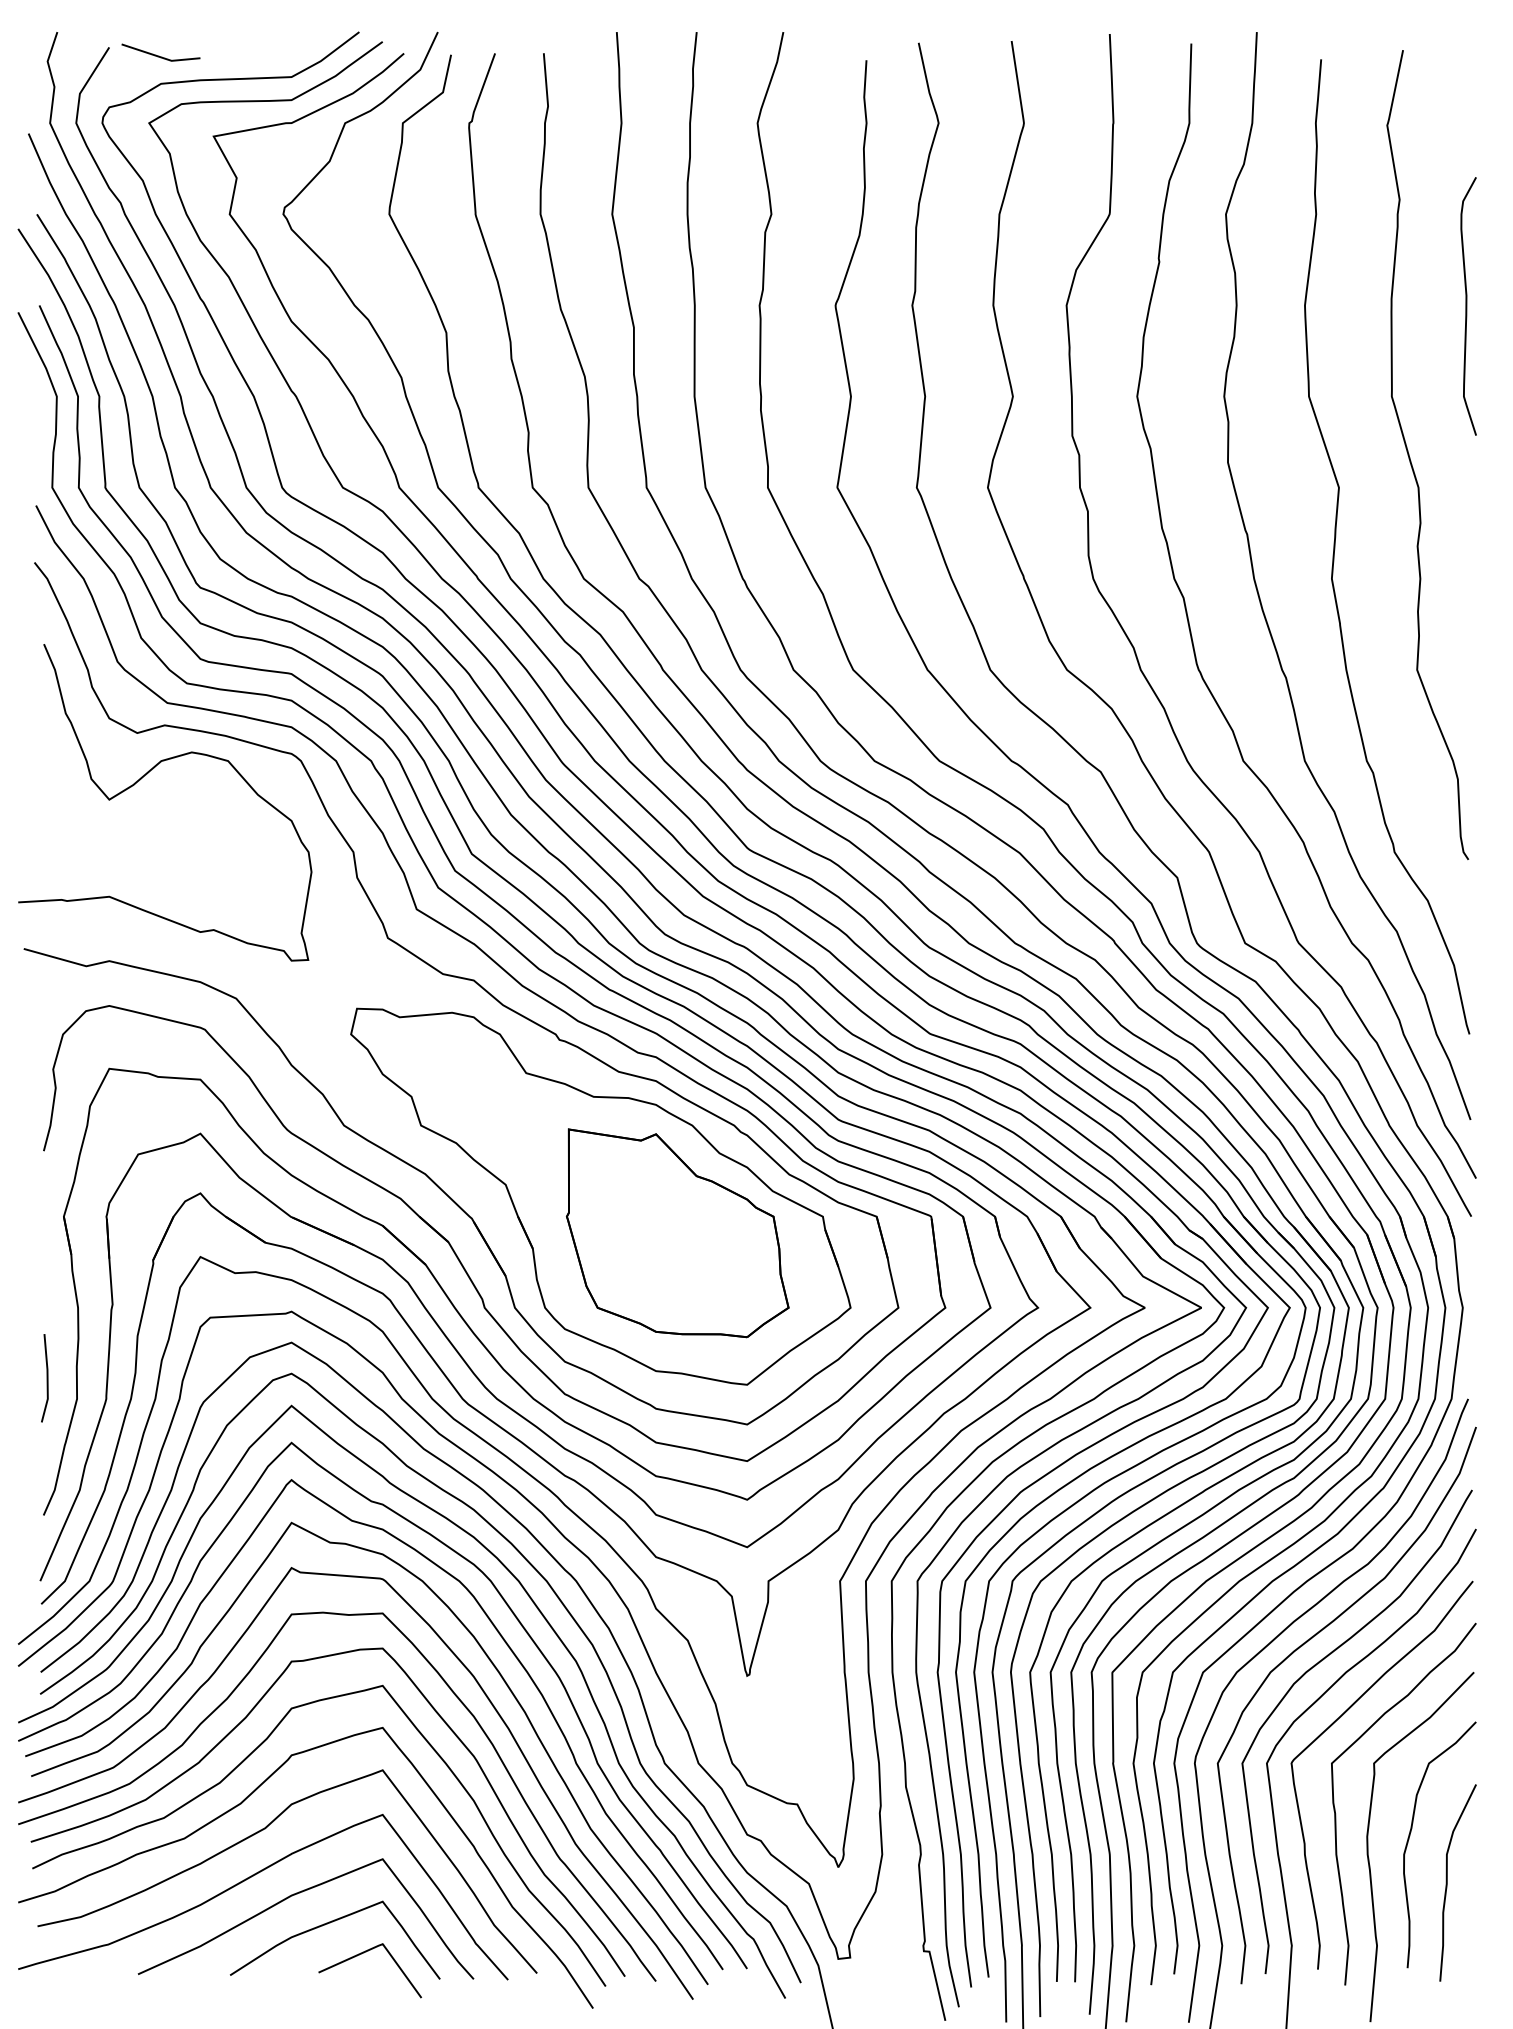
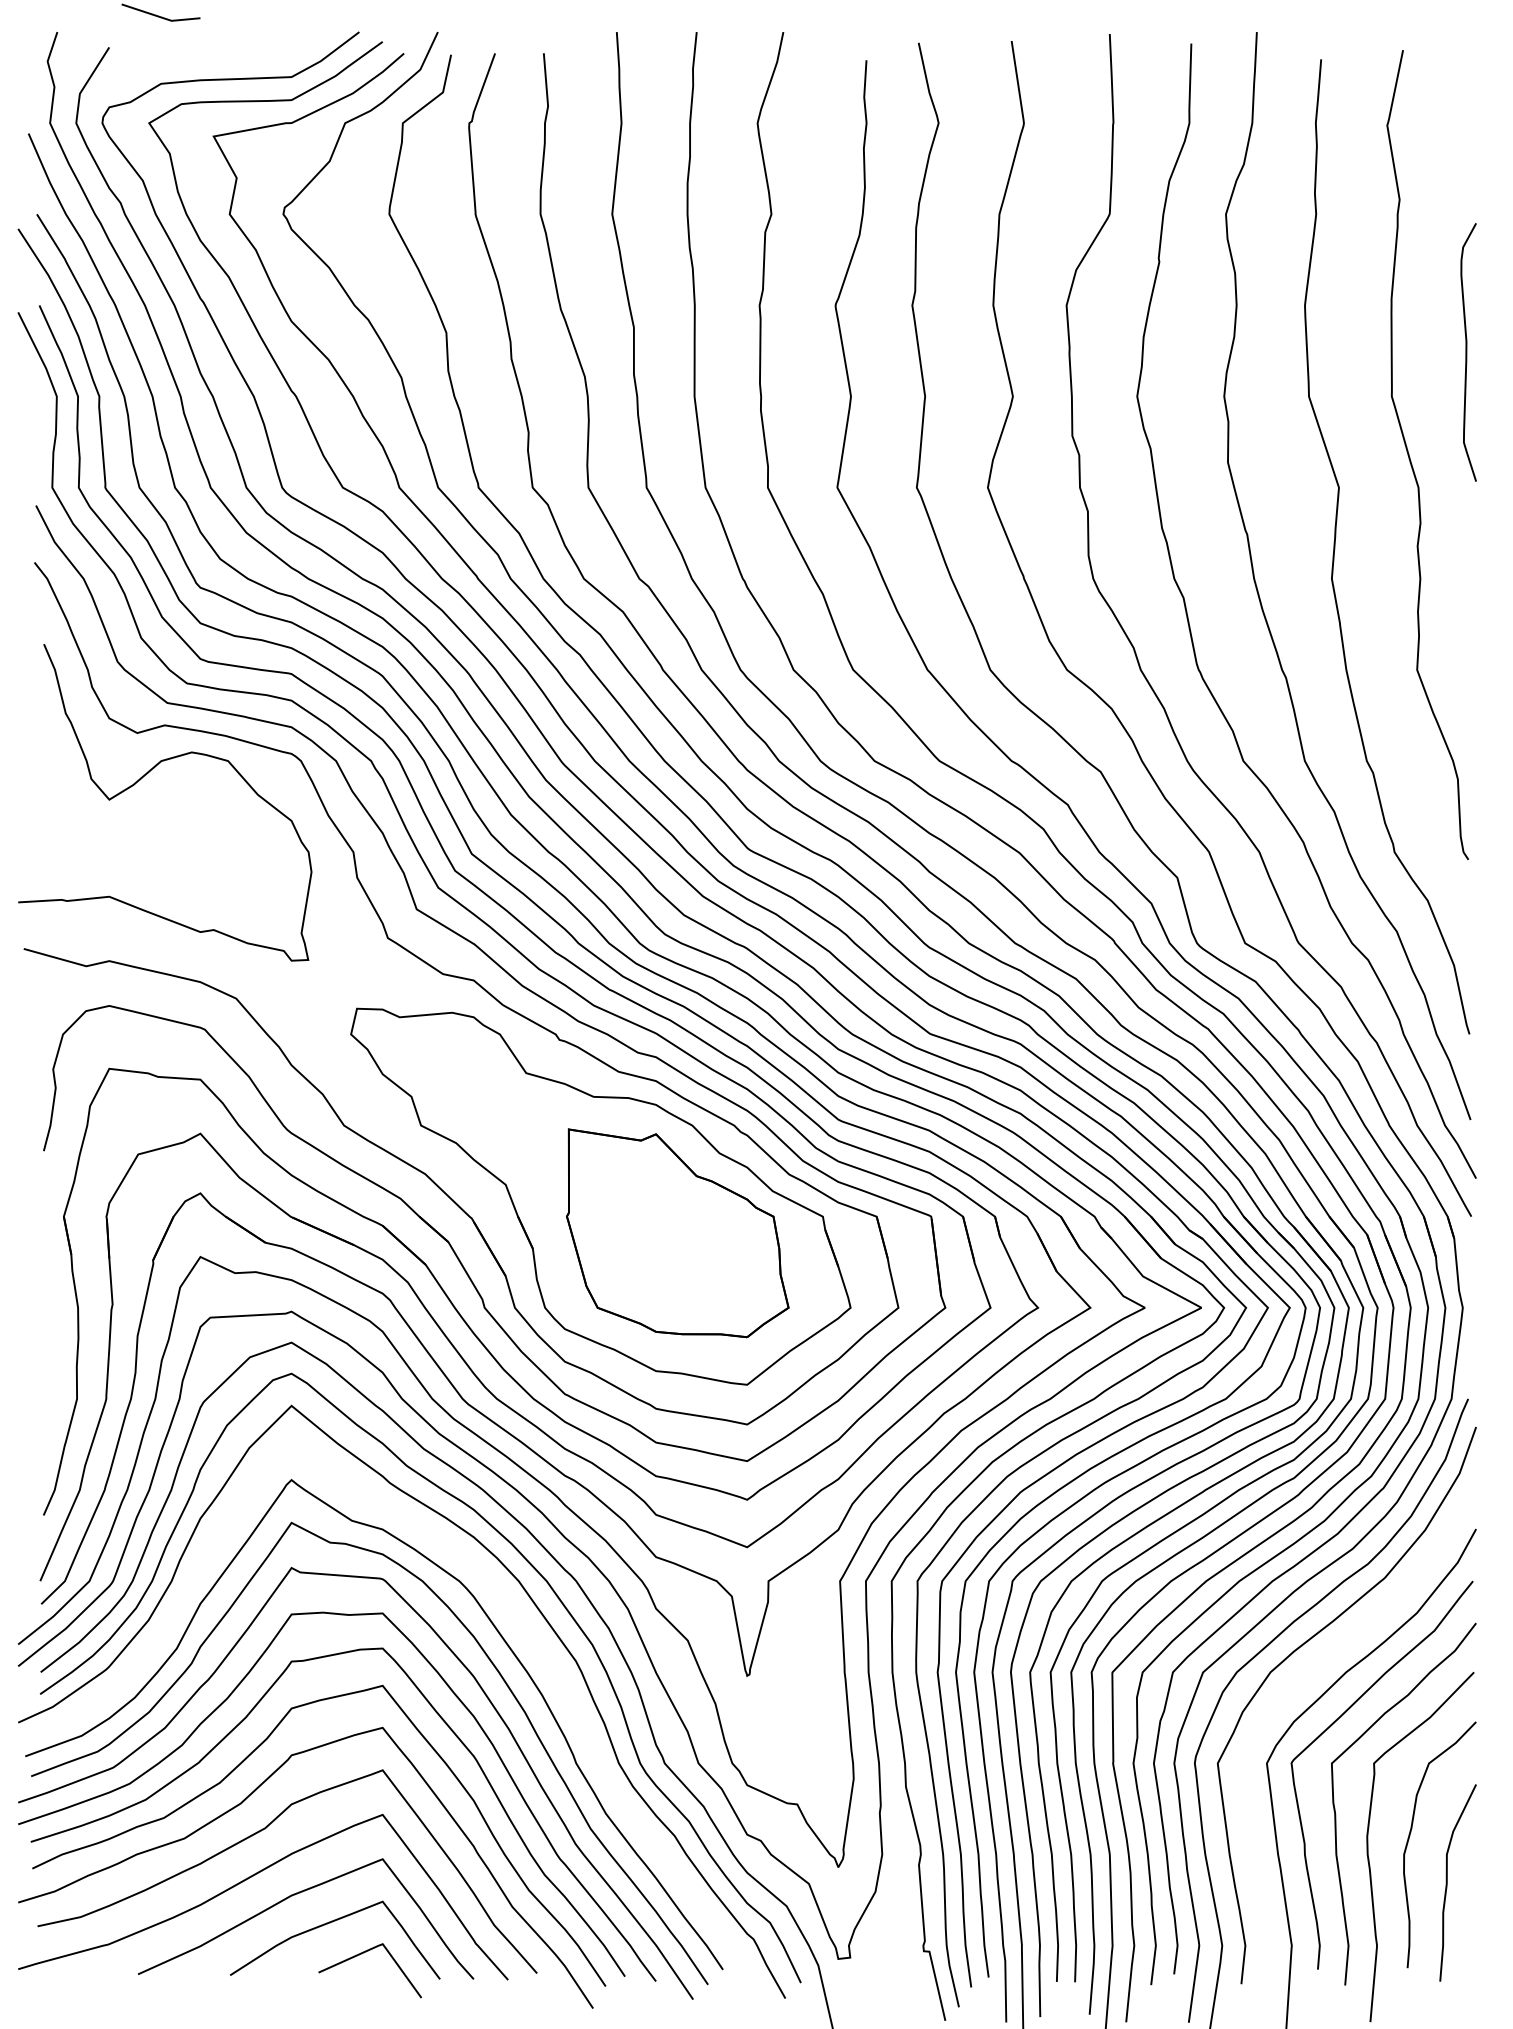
line at (159, 55) position: (159, 55) -> (159, 15)
curve at (1467, 306) position: (1467, 306) -> (1467, 352)
line at (46, 1378): present -> none
curve at (513, 1615): present -> none
curve at (1302, 1677): present -> none
